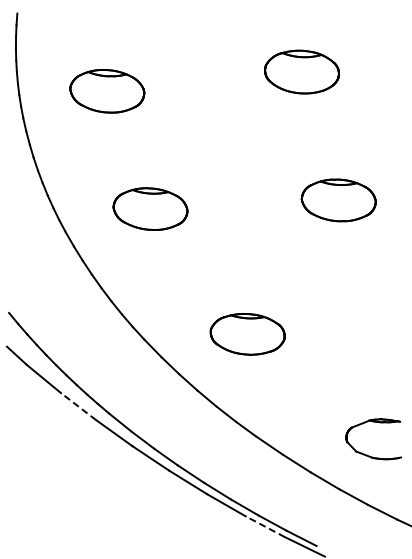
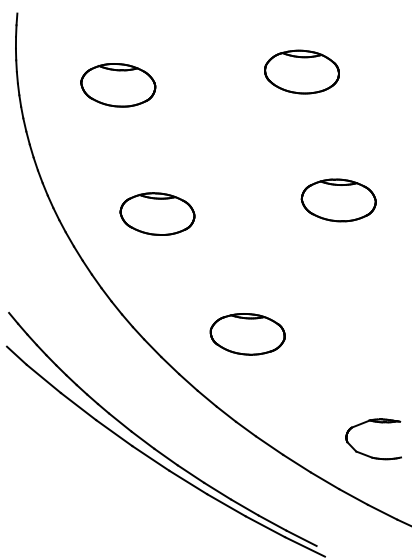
part at (107, 91) position: (107, 91) -> (118, 85)
part at (150, 208) position: (150, 208) -> (157, 213)
line at (78, 406): dashed -> solid
line at (264, 526): dashed -> solid
